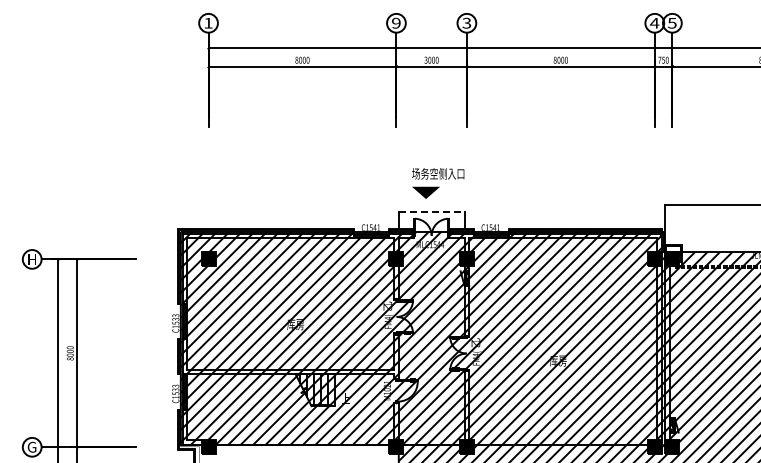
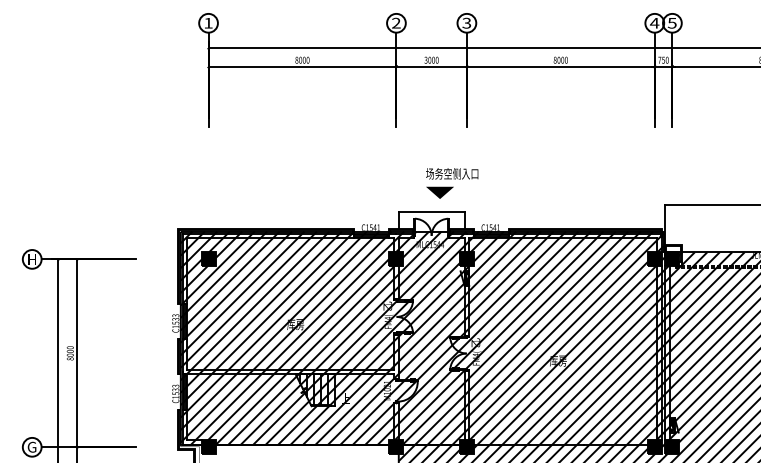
text at (396, 23): 9 -> 2
text at (438, 183) position: (438, 183) -> (452, 183)
line at (431, 212): dashed -> solid
